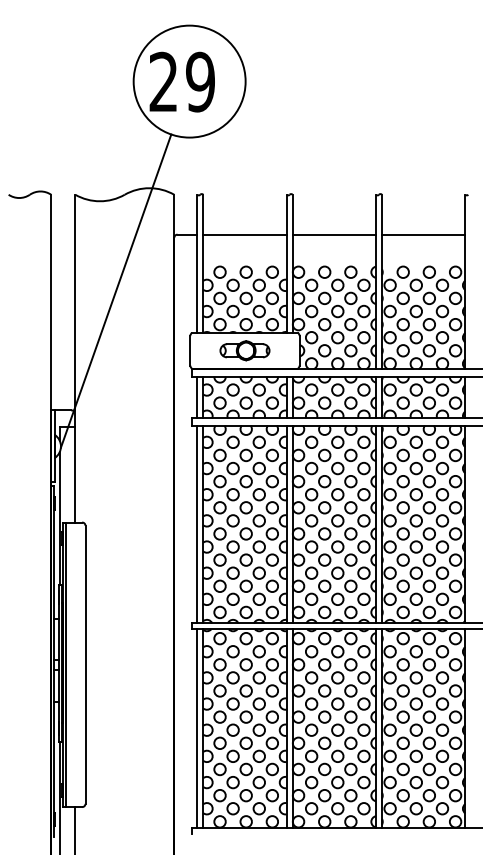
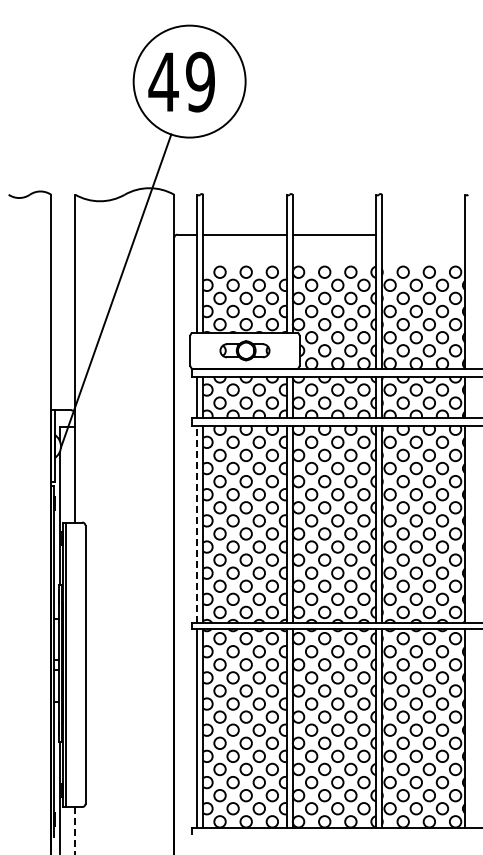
text at (163, 81): 29 -> 49
line at (423, 234): present -> none
line at (197, 524): solid -> dashed
line at (75, 831): solid -> dashed
